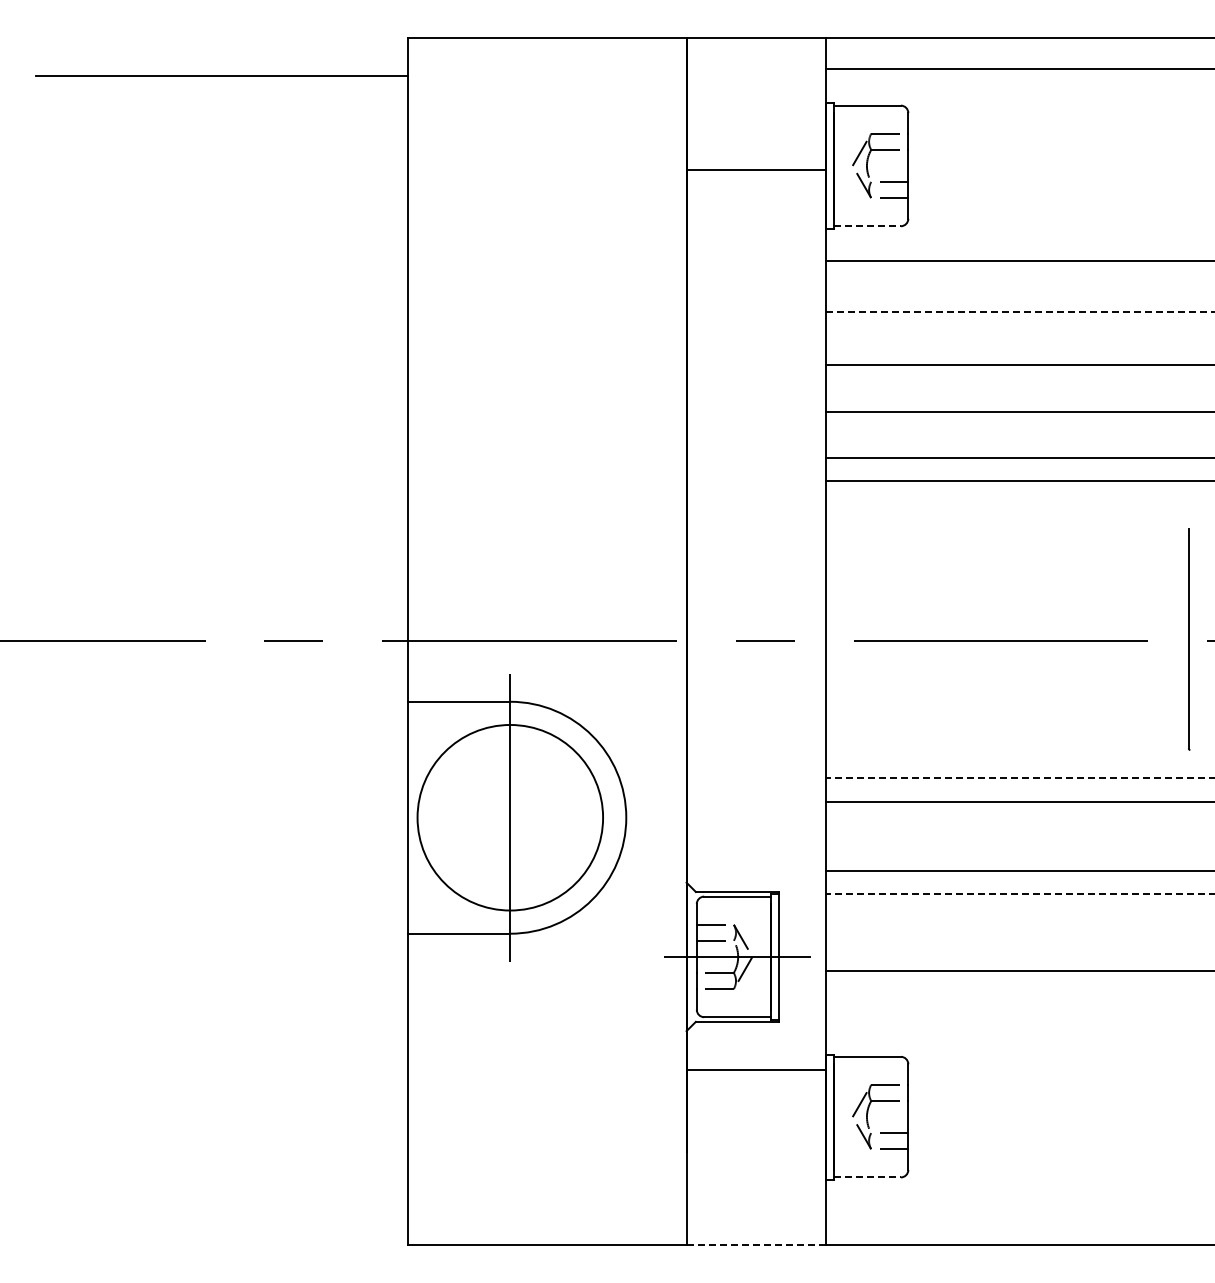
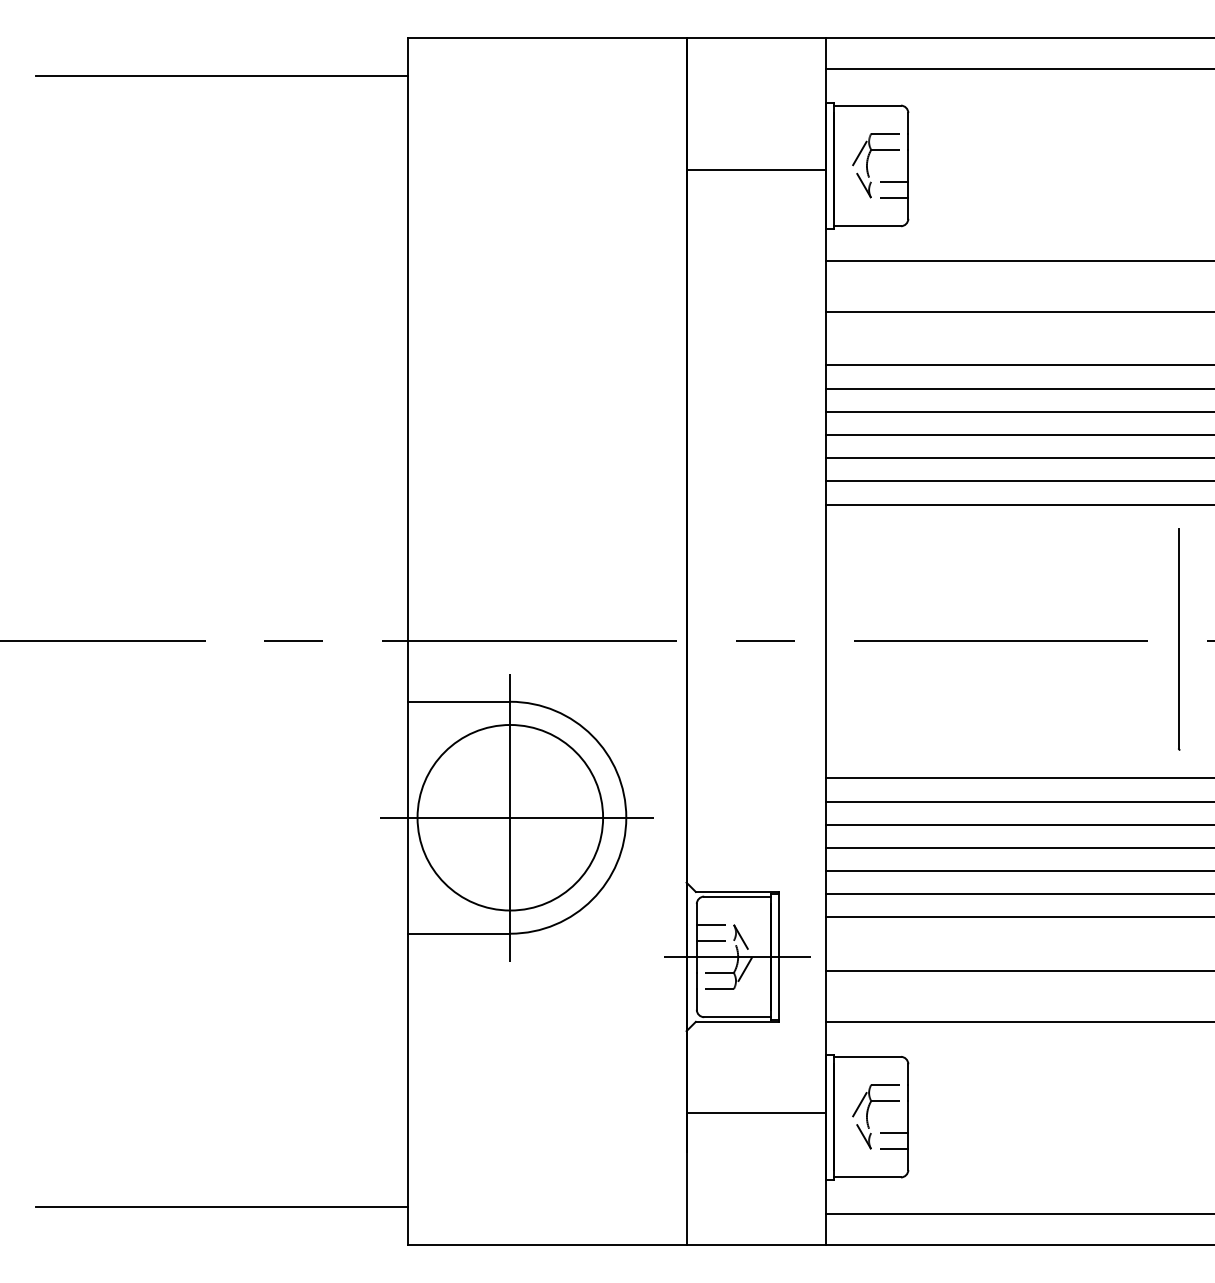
line at (868, 226): dashed -> solid
line at (1020, 312): dashed -> solid
line at (1018, 388): none -> present
line at (1018, 435): none -> present
line at (1018, 504): none -> present
line at (1189, 639) position: (1189, 639) -> (1179, 639)
line at (1019, 778): dashed -> solid
line at (517, 817): none -> present
line at (1018, 824): none -> present
line at (1018, 847): none -> present
line at (1019, 894): dashed -> solid
line at (1018, 917): none -> present
line at (1018, 1021): none -> present
line at (755, 1069) position: (755, 1069) -> (755, 1112)
line at (868, 1177): dashed -> solid
line at (222, 1207): none -> present
line at (1018, 1213): none -> present
line at (756, 1244): dashed -> solid
